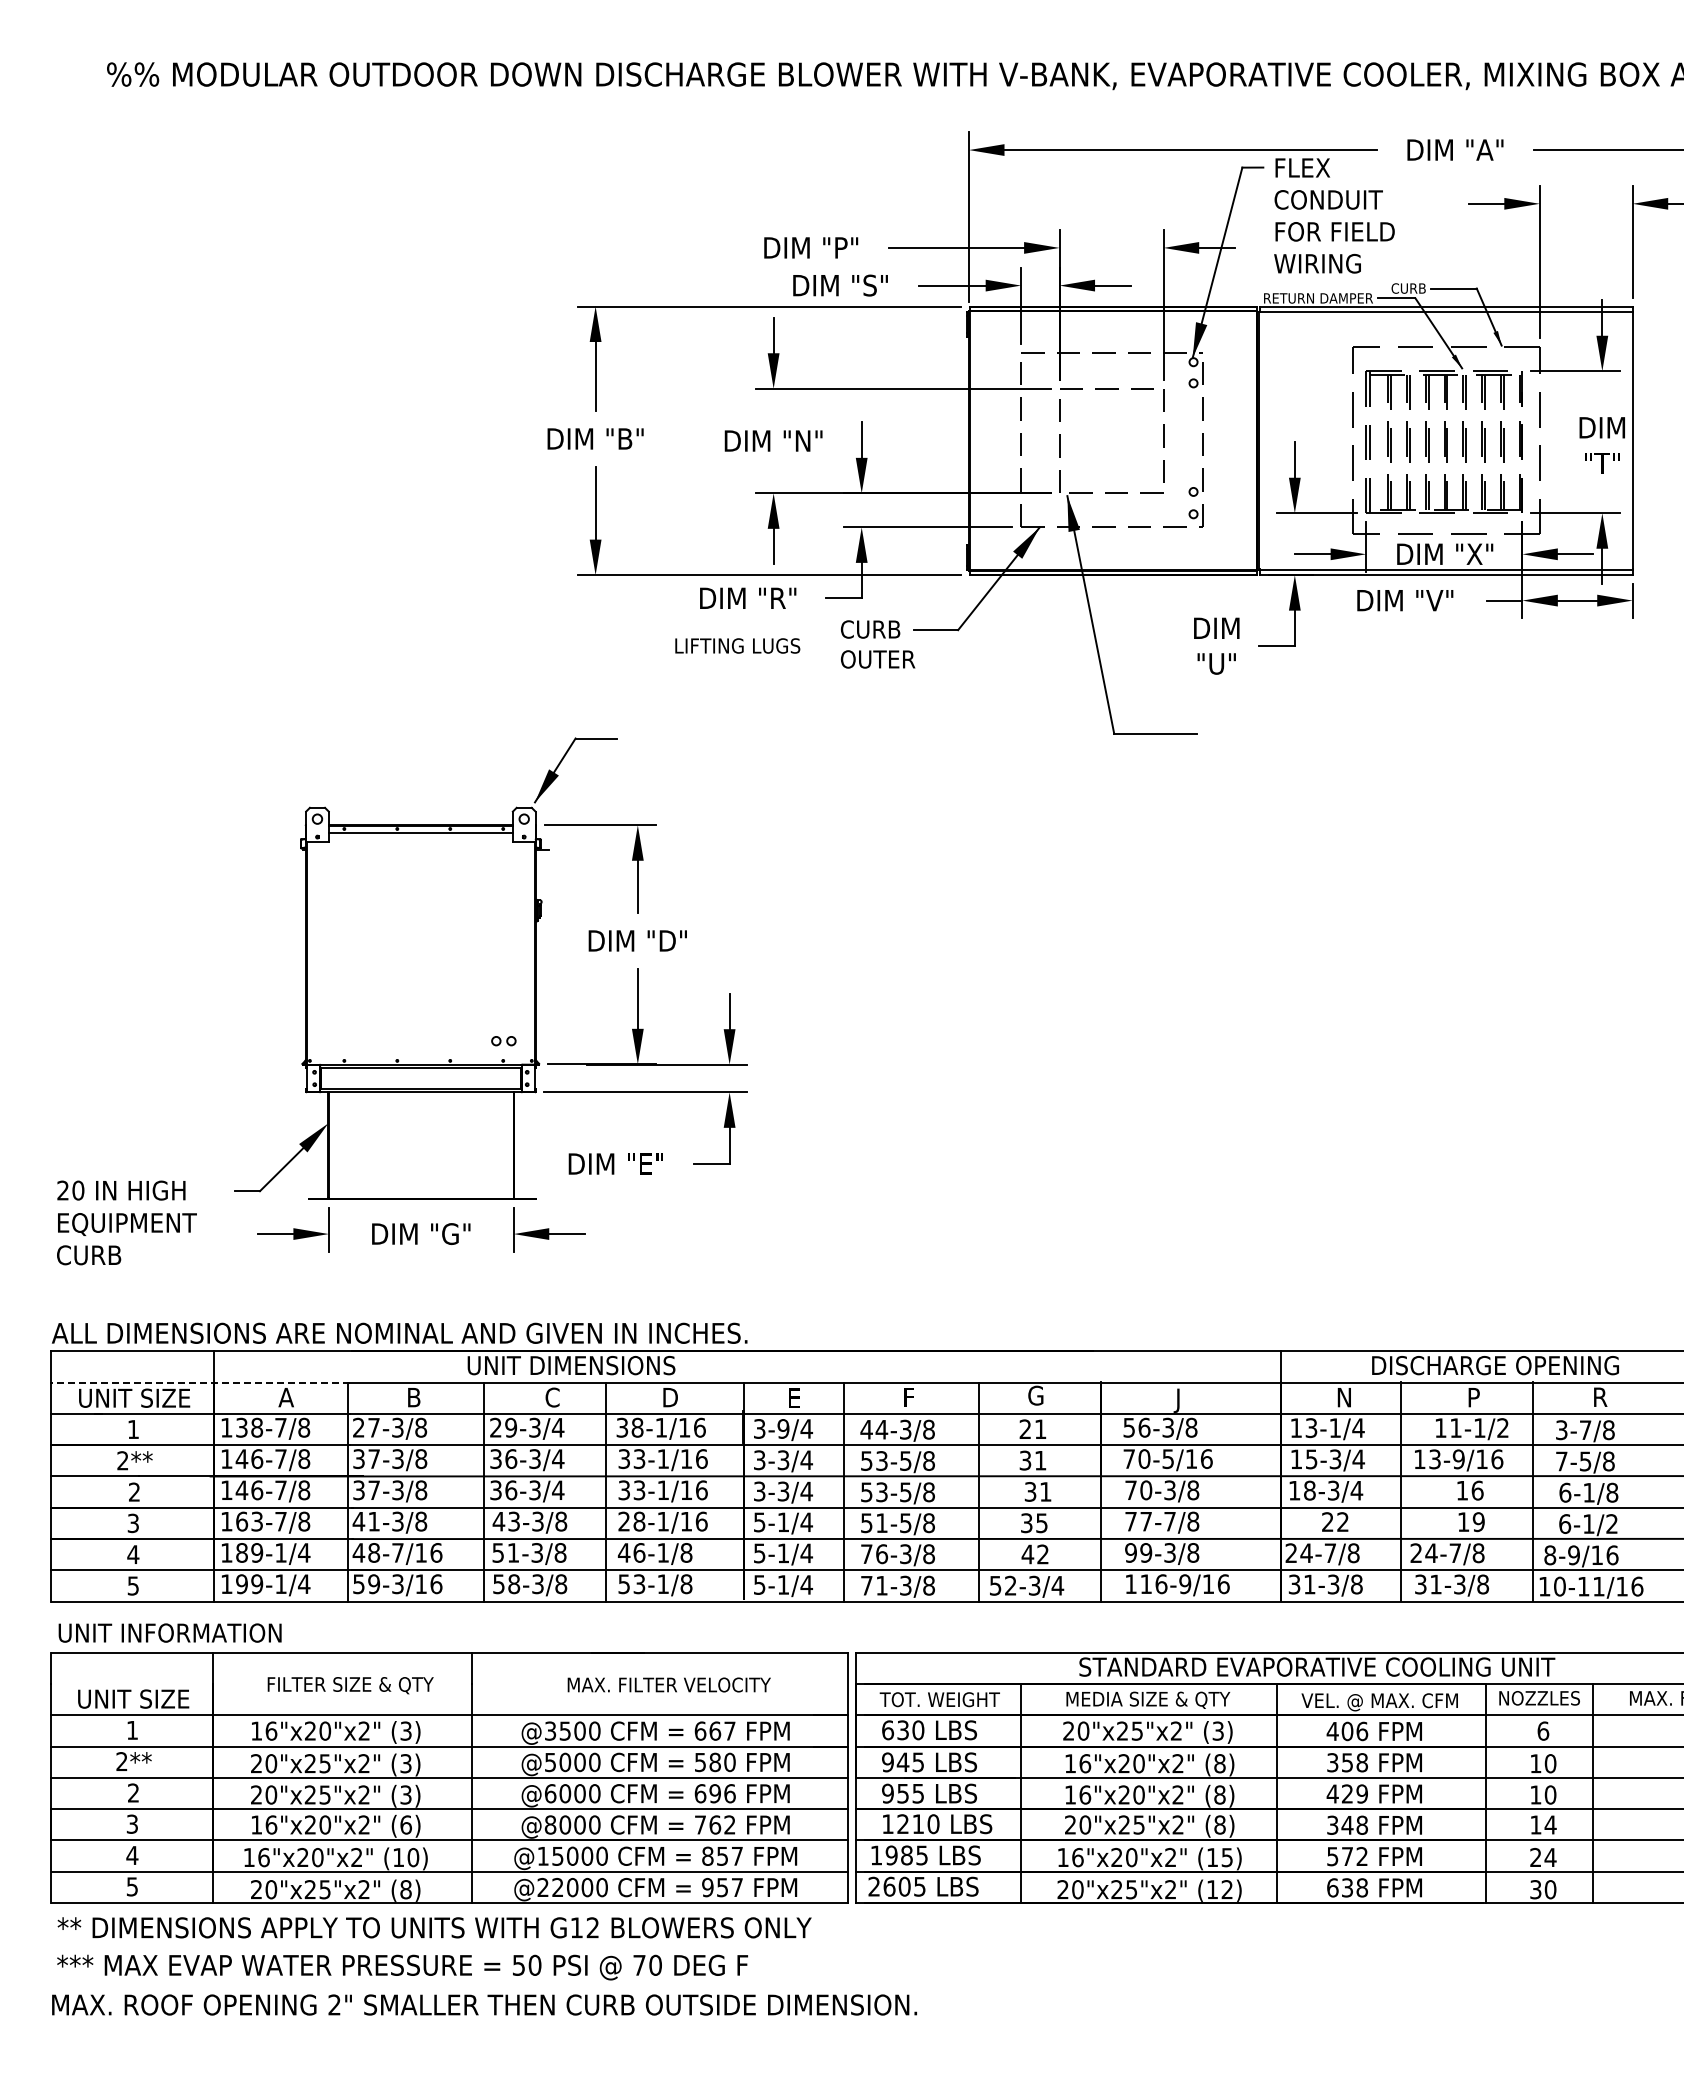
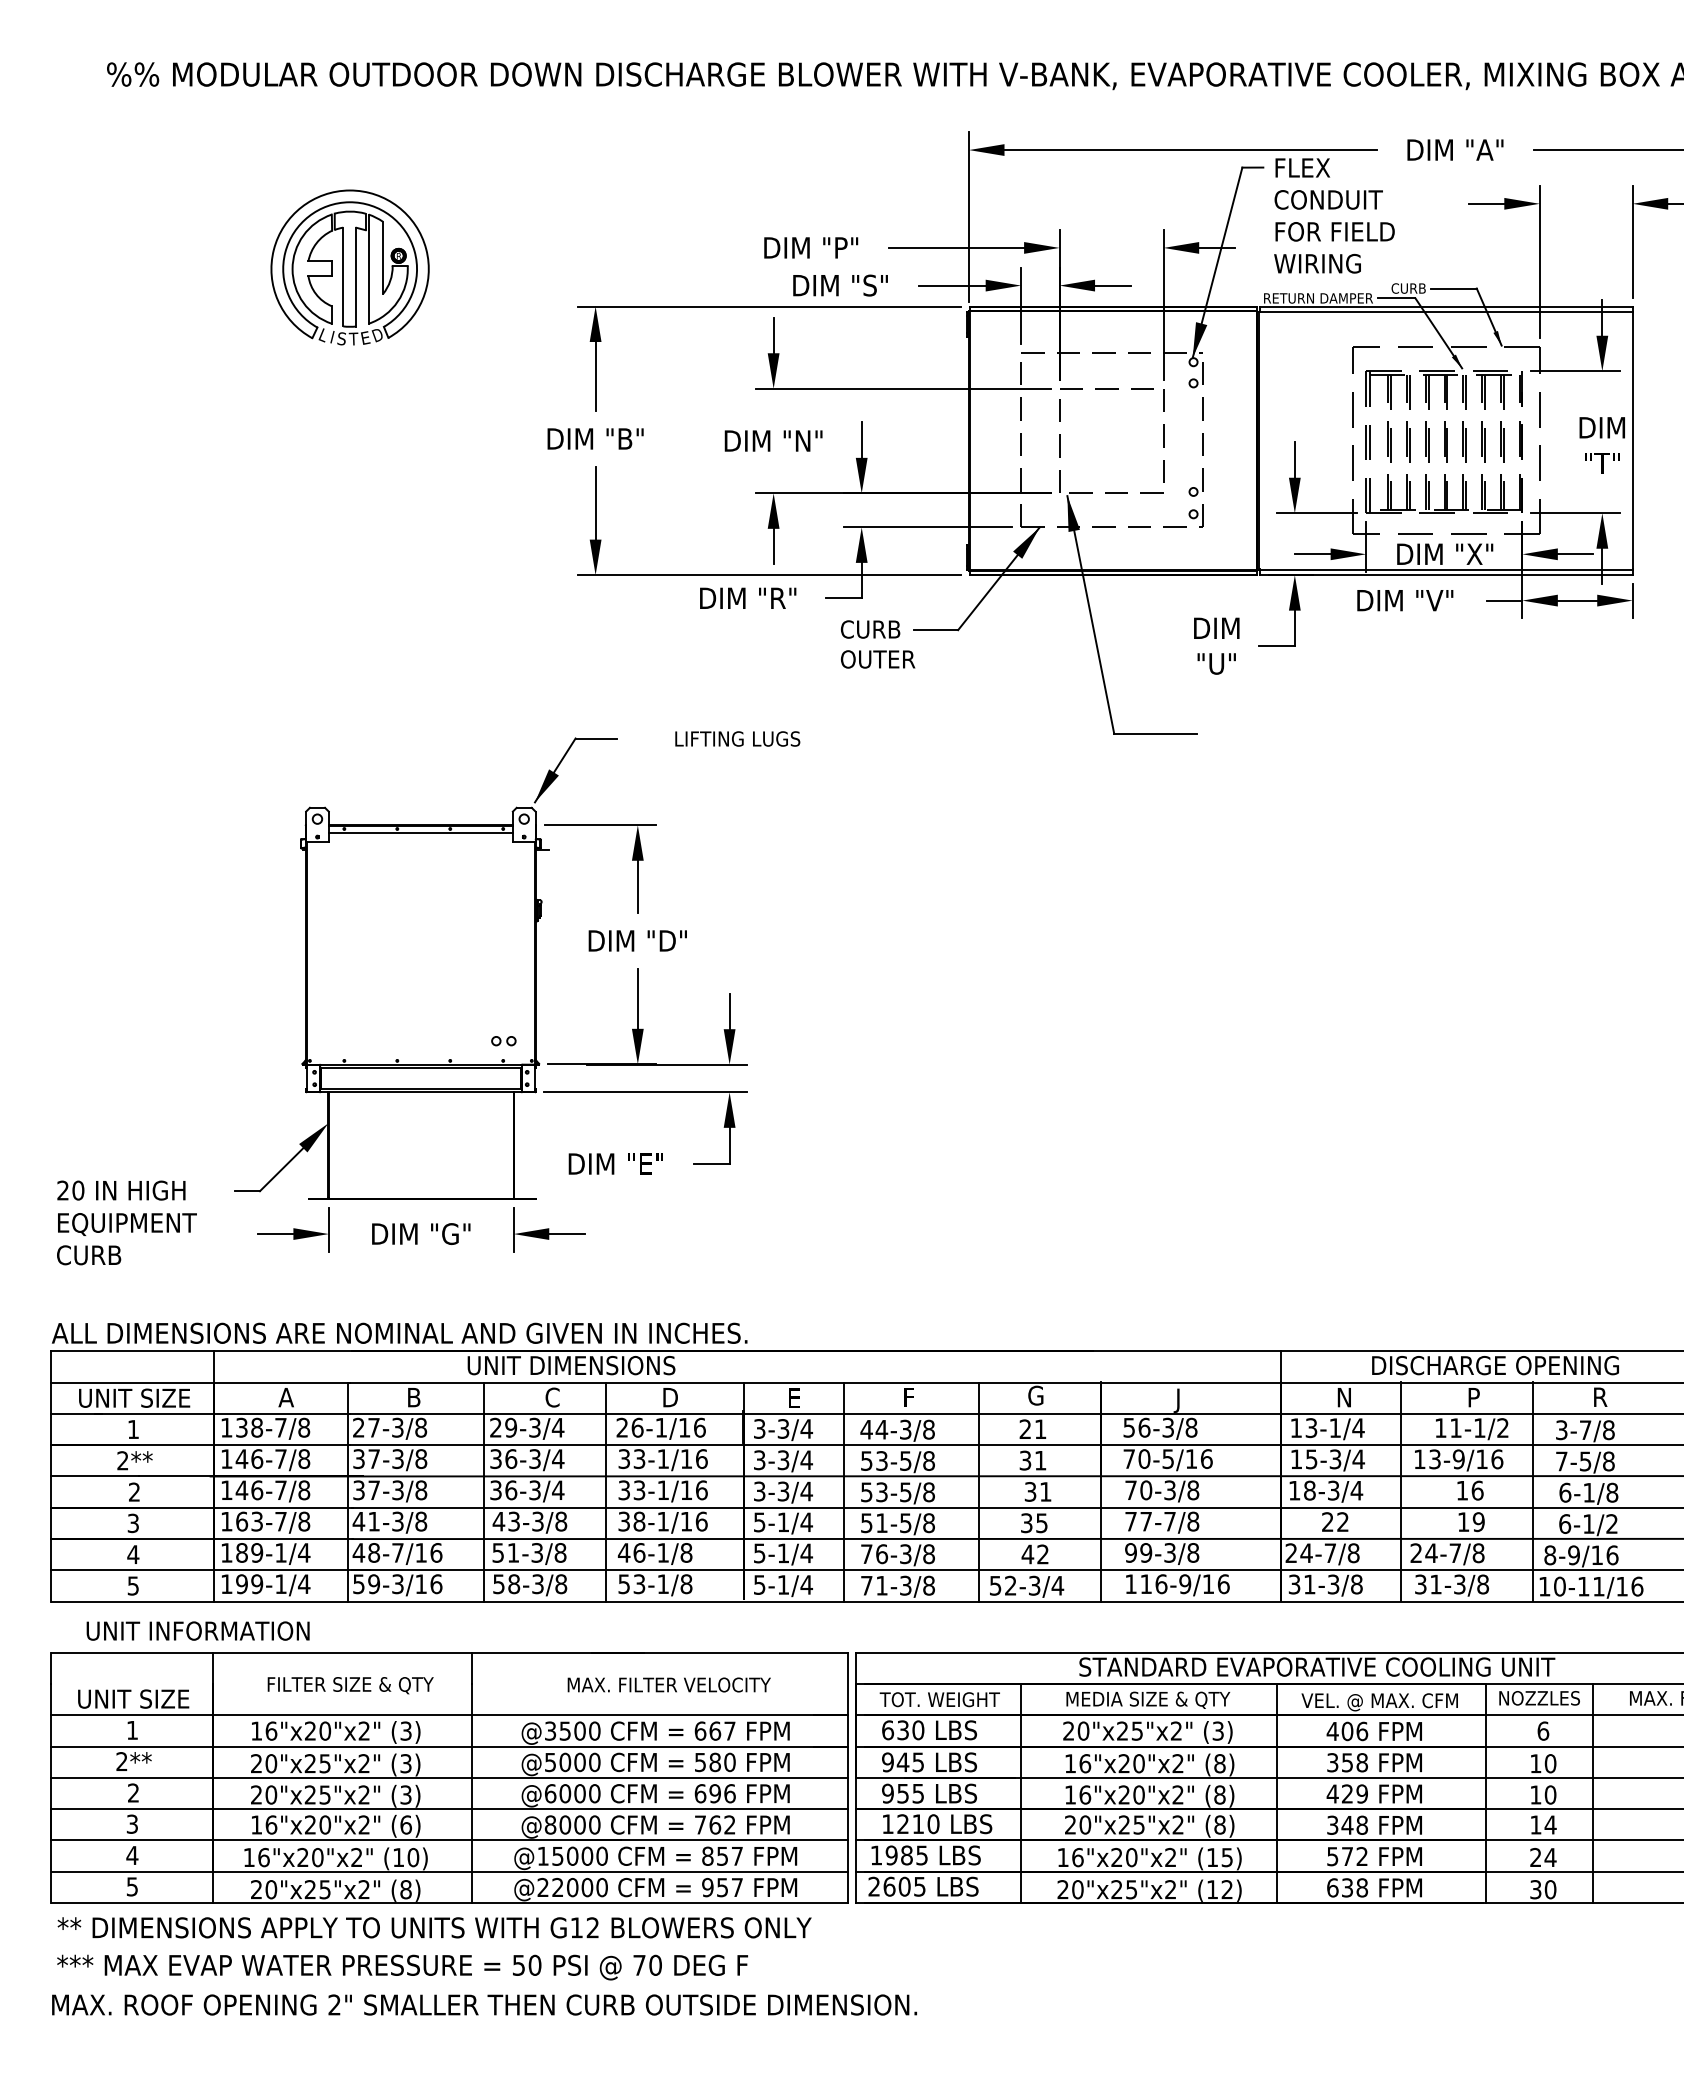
part at (349, 267): none -> present
text at (737, 645) position: (737, 645) -> (737, 738)
line at (199, 1382): dashed -> solid
text at (629, 1427): 38-1/16 -> 26-1/16
text at (783, 1428): 3-9/4 -> 3-3/4
text at (623, 1521): 28-1/16 -> 38-1/16
text at (169, 1632) position: (169, 1632) -> (197, 1630)
